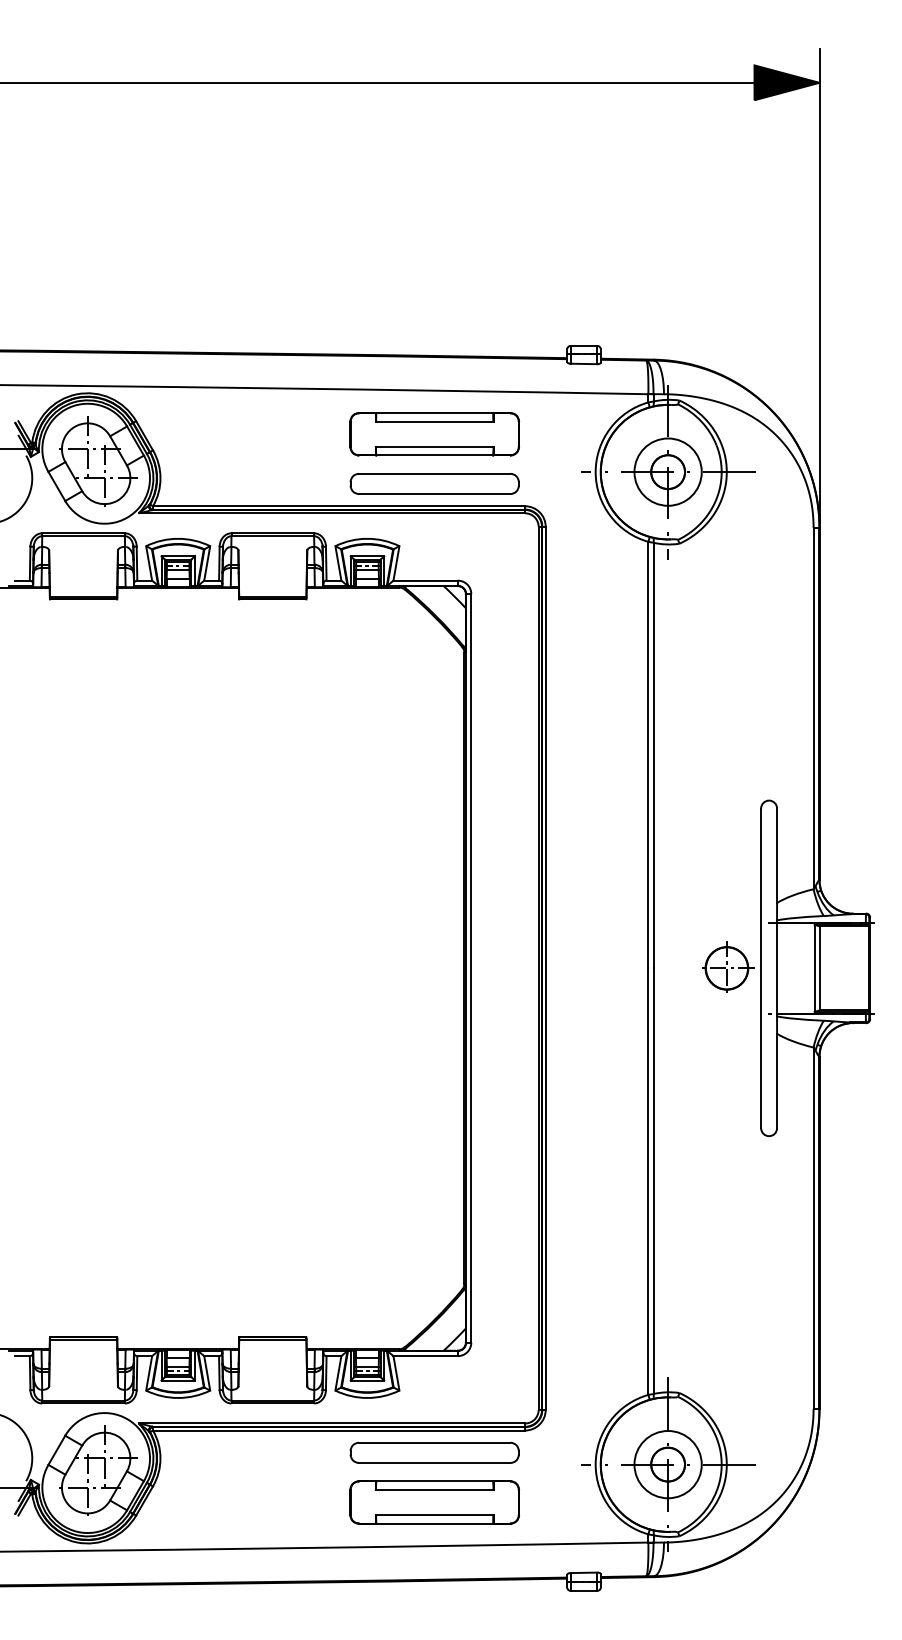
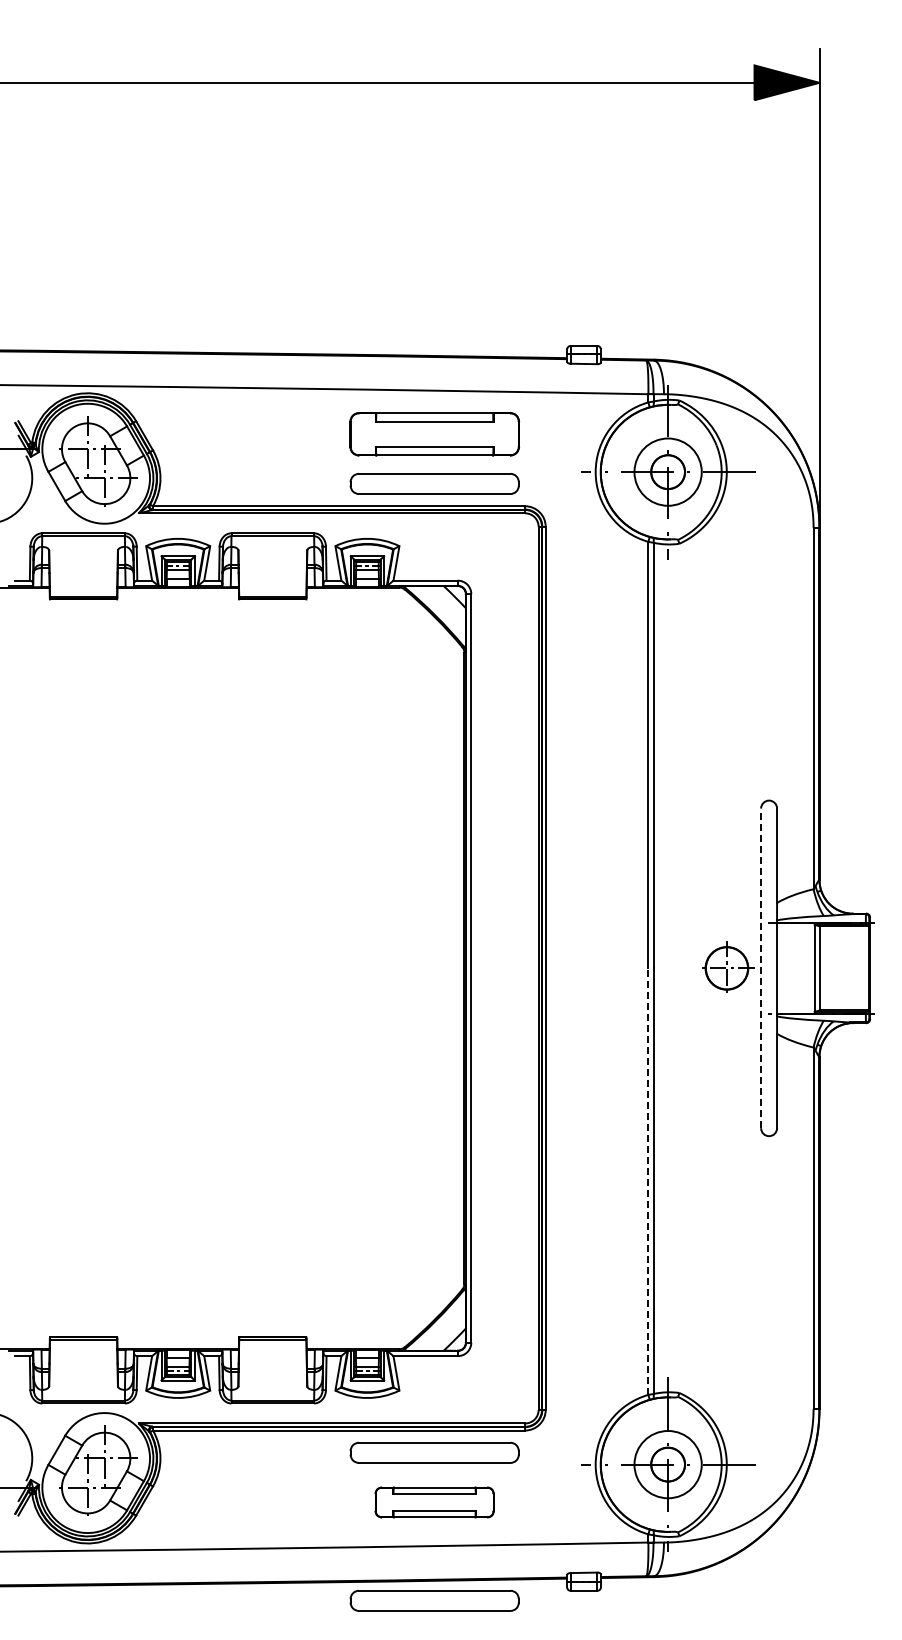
line at (761, 968): solid -> dashed
line at (648, 1181): solid -> dashed
part at (434, 1502) size: 171x45 px -> 121x33 px
part at (434, 1600): none -> present
